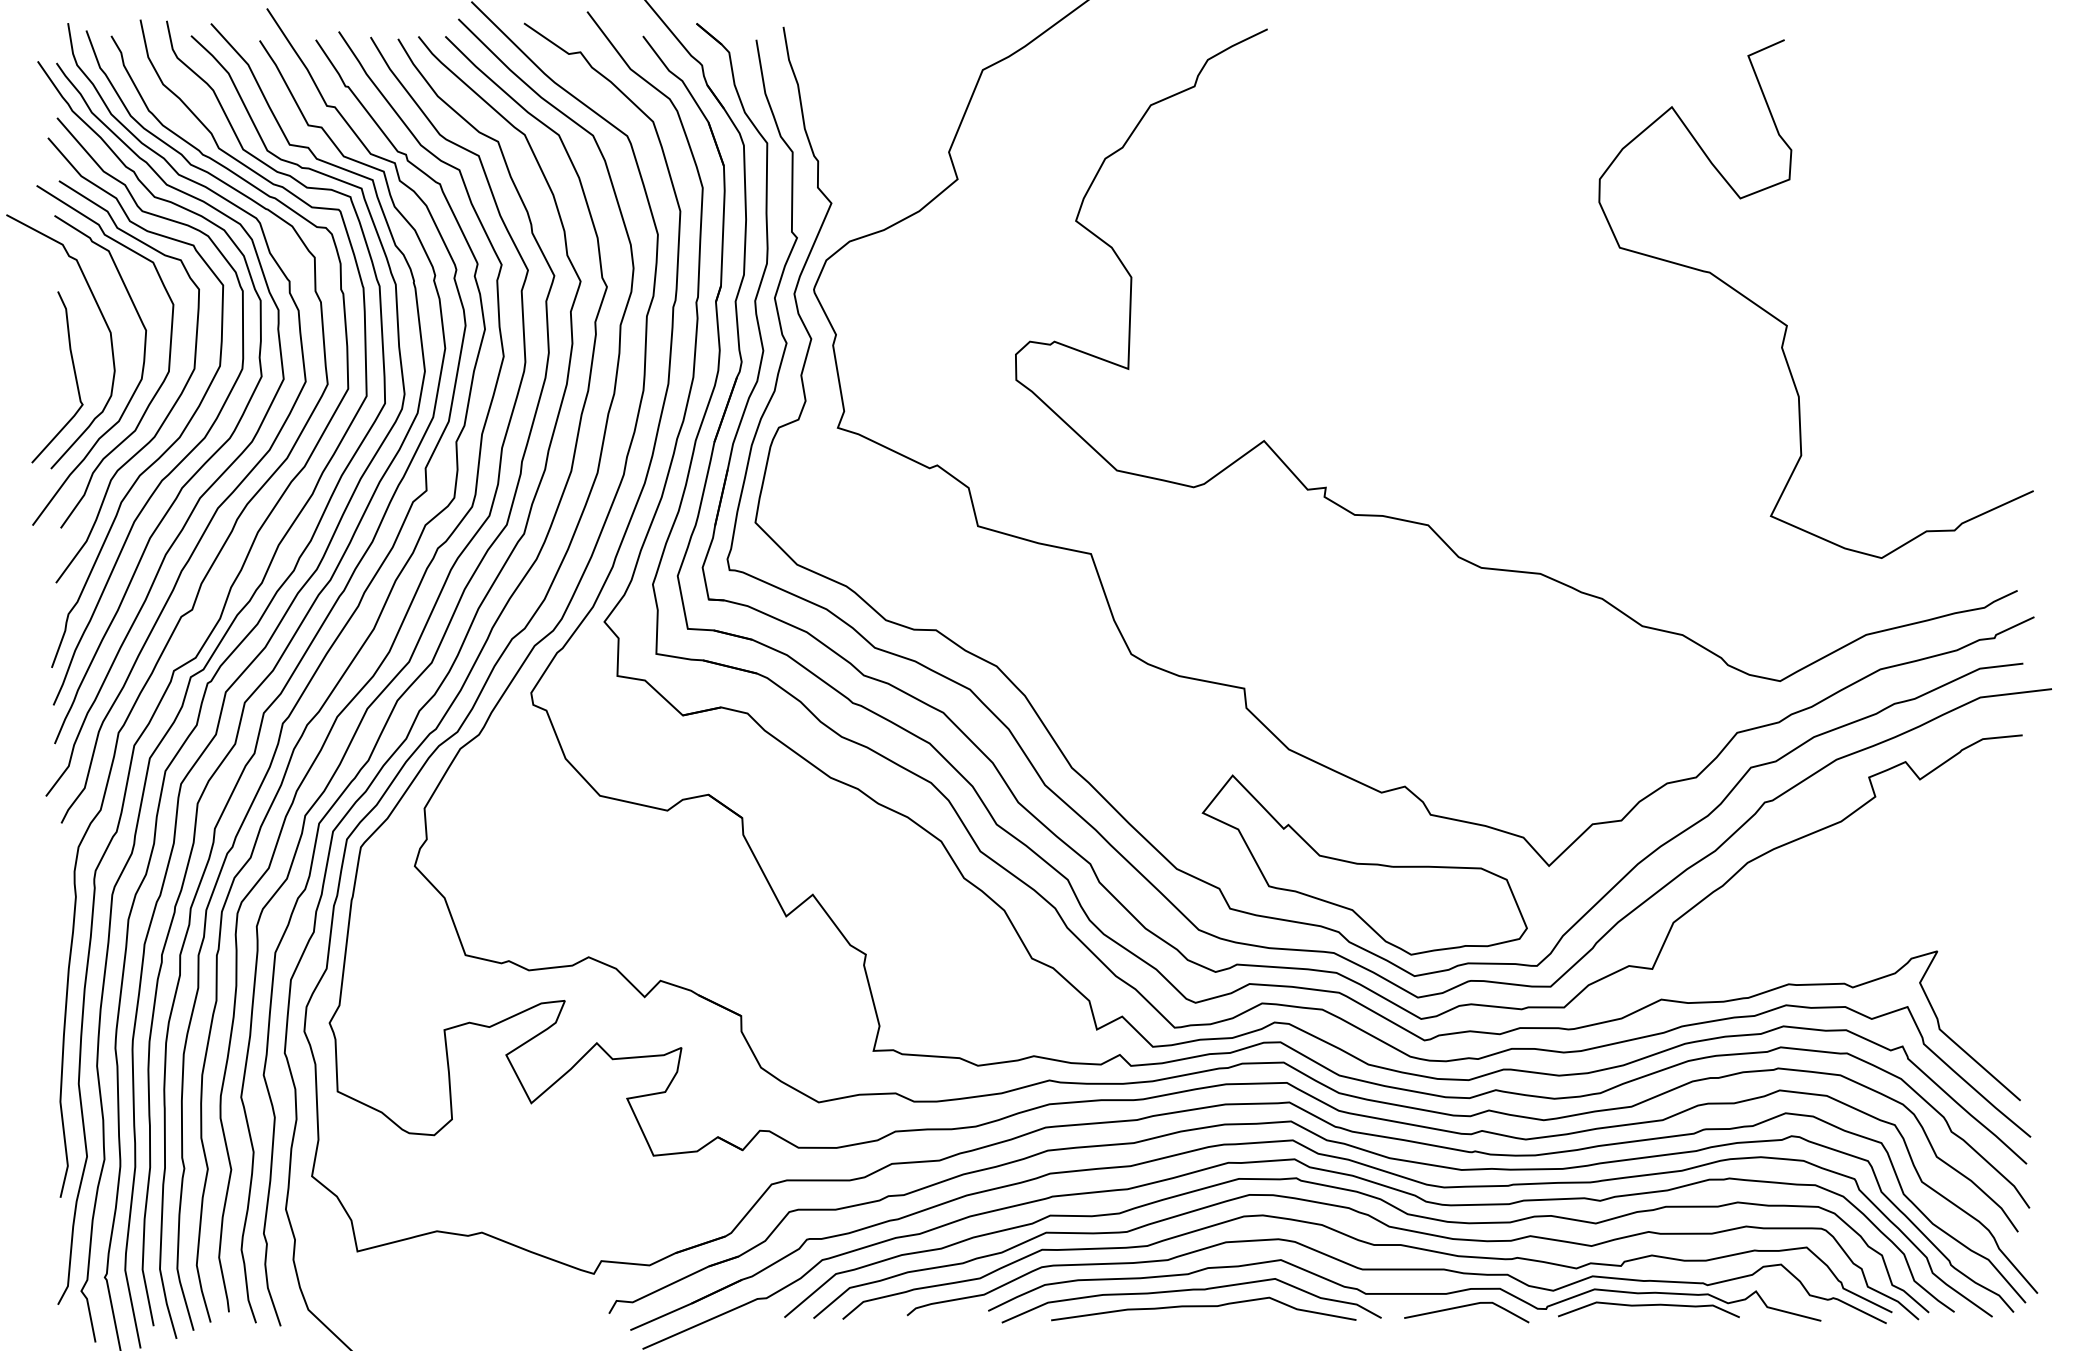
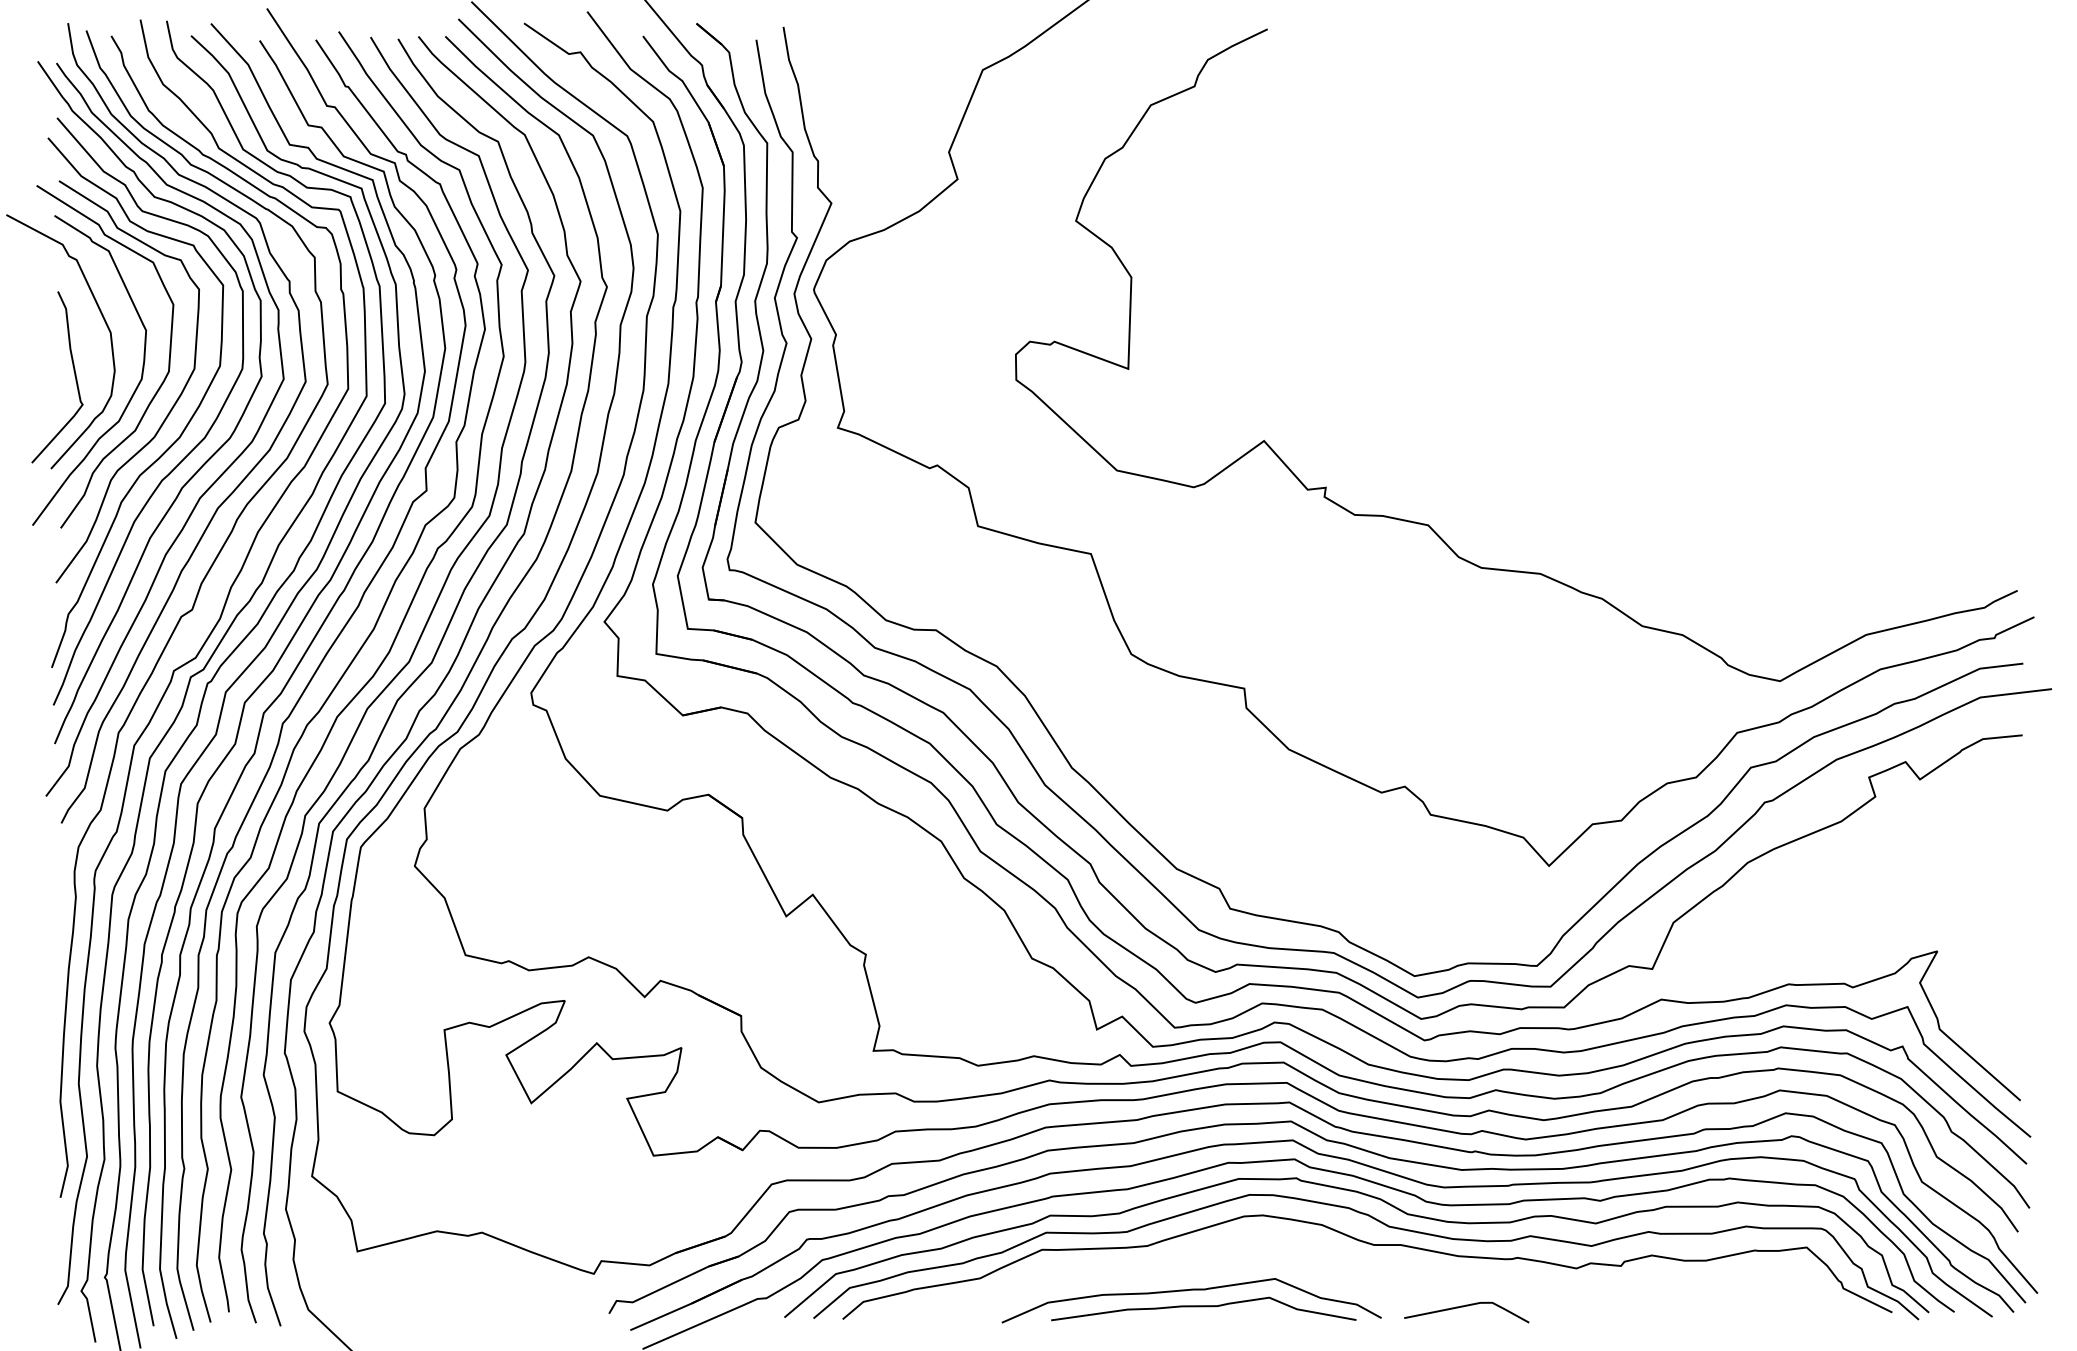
curve at (1787, 325): present -> none
part at (1364, 864): present -> none
part at (1396, 1270): present -> none
